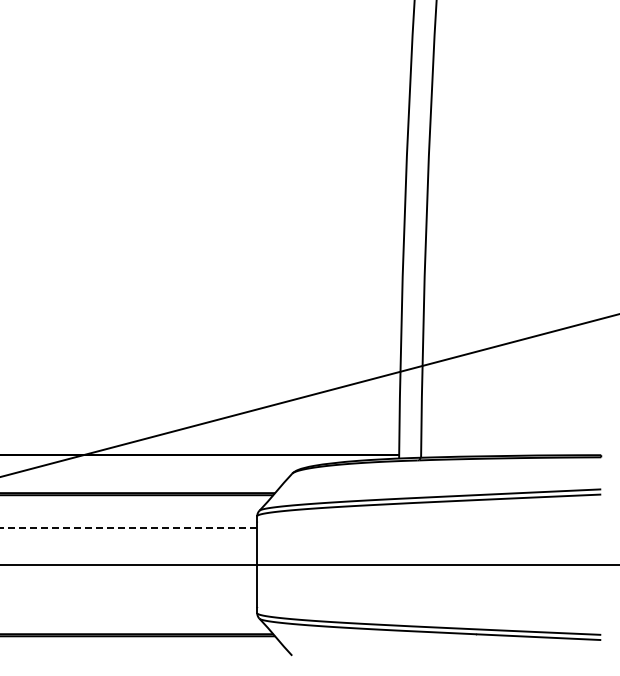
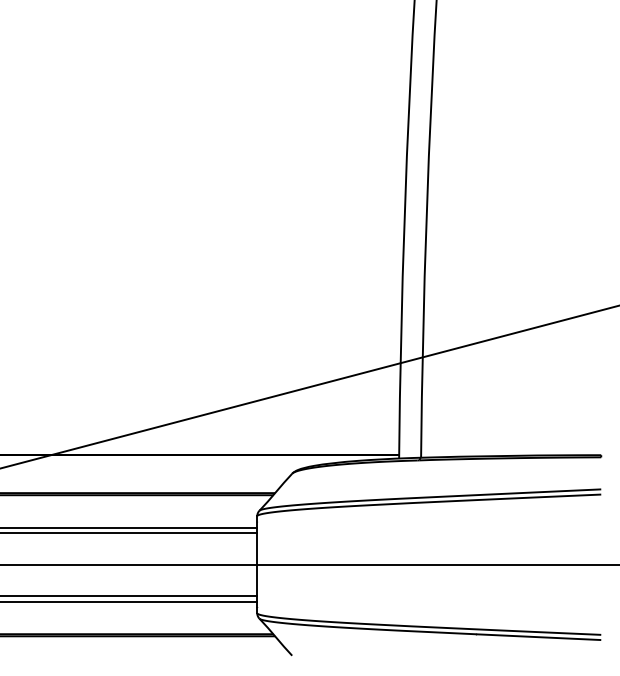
line at (309, 395) position: (309, 395) -> (309, 386)
line at (128, 527): dashed -> solid
line at (129, 532): none -> present
line at (129, 596): none -> present
line at (129, 601): none -> present
